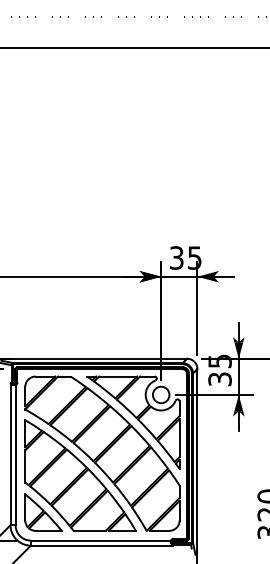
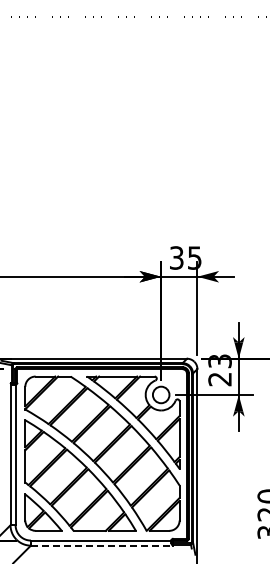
line at (134, 47): present -> none
text at (219, 370): 35 -> 23
line at (102, 545): solid -> dashed
